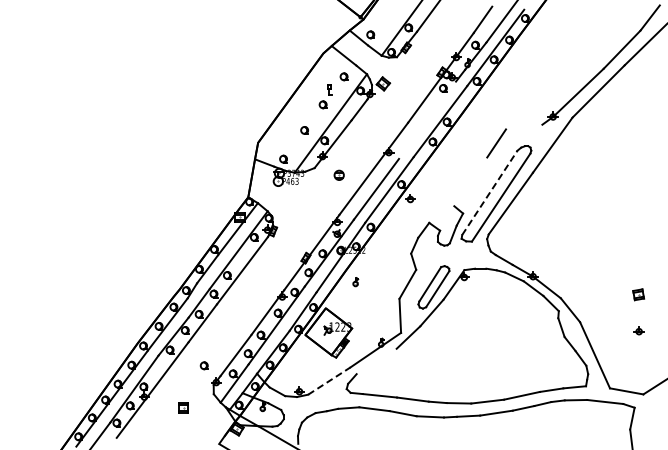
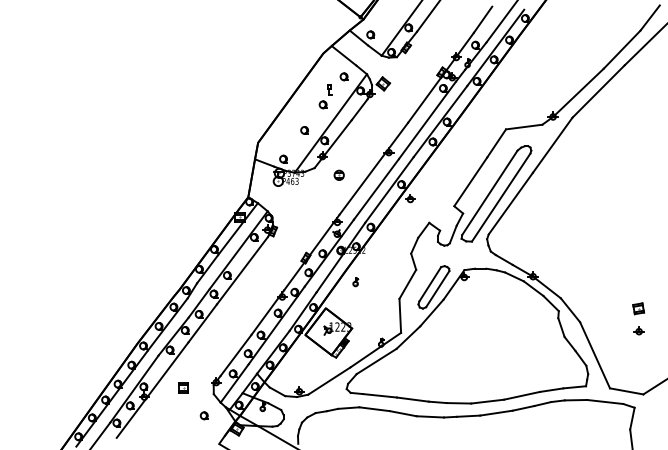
line at (427, 119): none -> present
line at (524, 126): none -> present
line at (470, 181): none -> present
line at (490, 192): dashed -> solid
part at (638, 294) position: (638, 294) -> (638, 308)
line at (376, 361): none -> present
part at (203, 365) position: (203, 365) -> (203, 415)
line at (329, 380): dashed -> solid
part at (183, 407) position: (183, 407) -> (183, 387)
